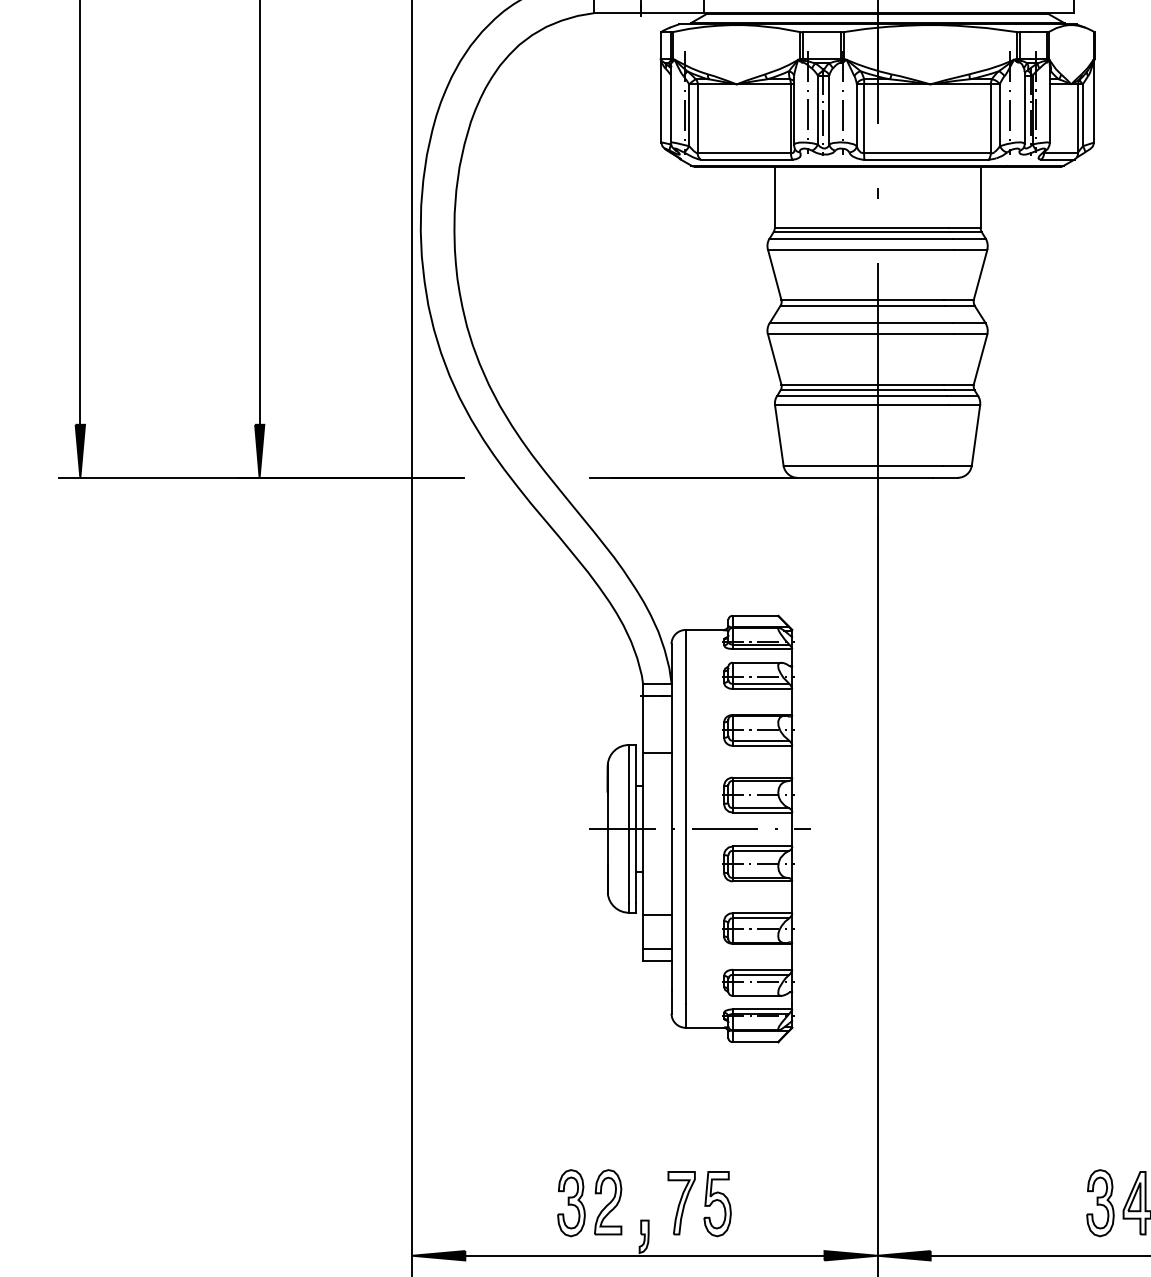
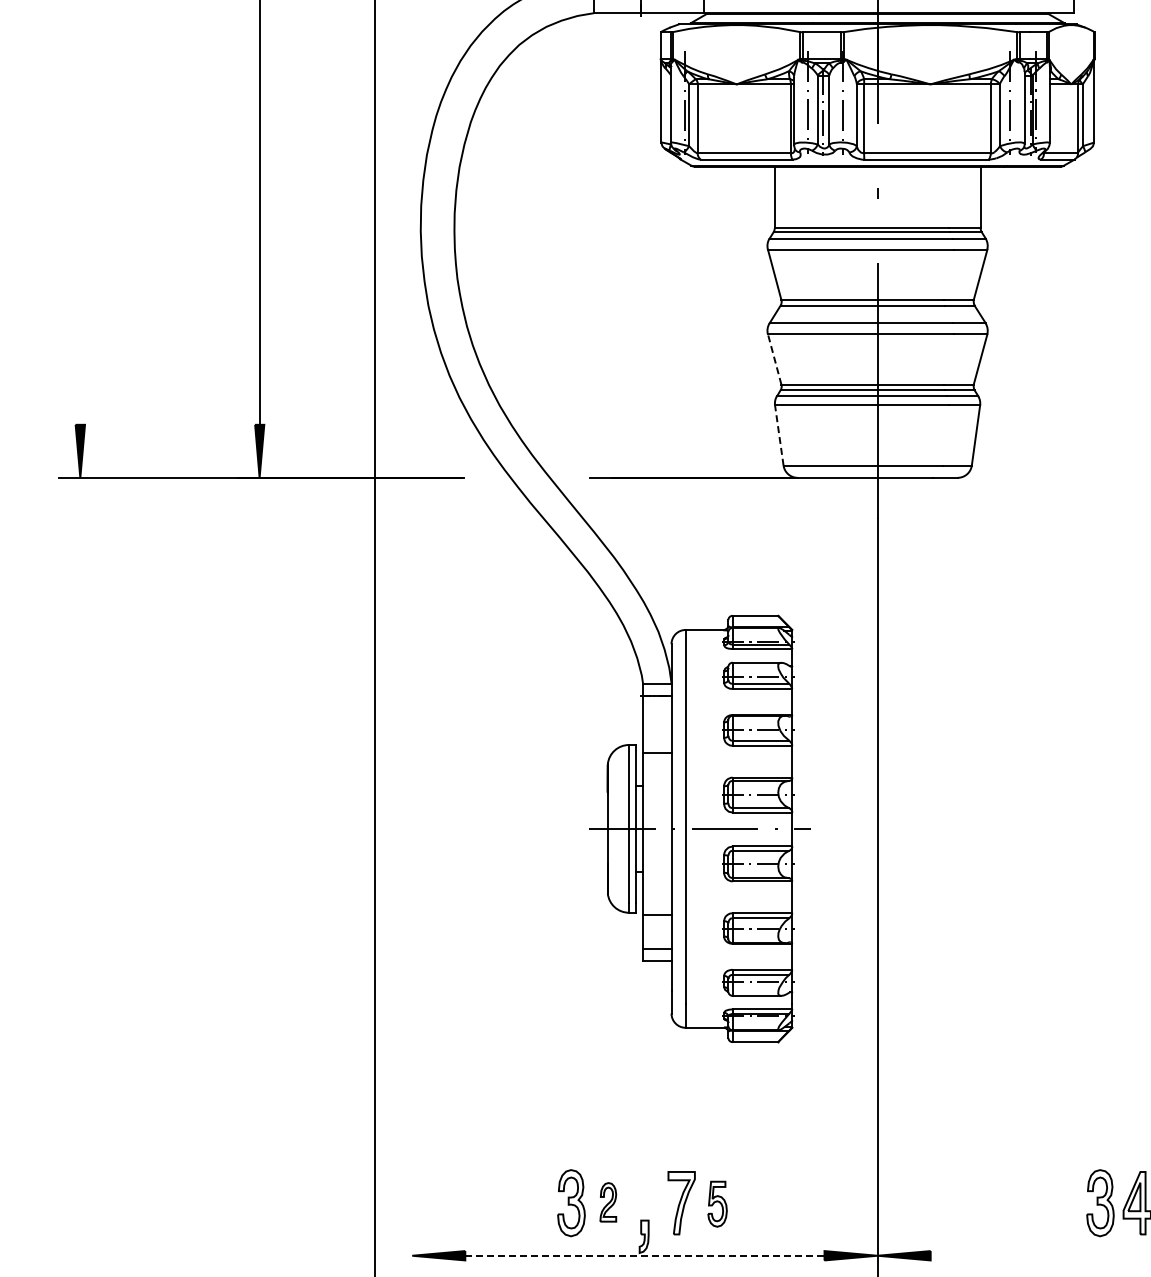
line at (80, 213): present -> none
line at (774, 359): solid -> dashed
line at (779, 435): solid -> dashed
line at (412, 637) position: (412, 637) -> (375, 637)
part at (608, 1202) size: 29x67 px -> 19x41 px
part at (717, 1204) size: 29x67 px -> 21x48 px
line at (644, 1255): solid -> dashed
line at (1038, 1255): present -> none
